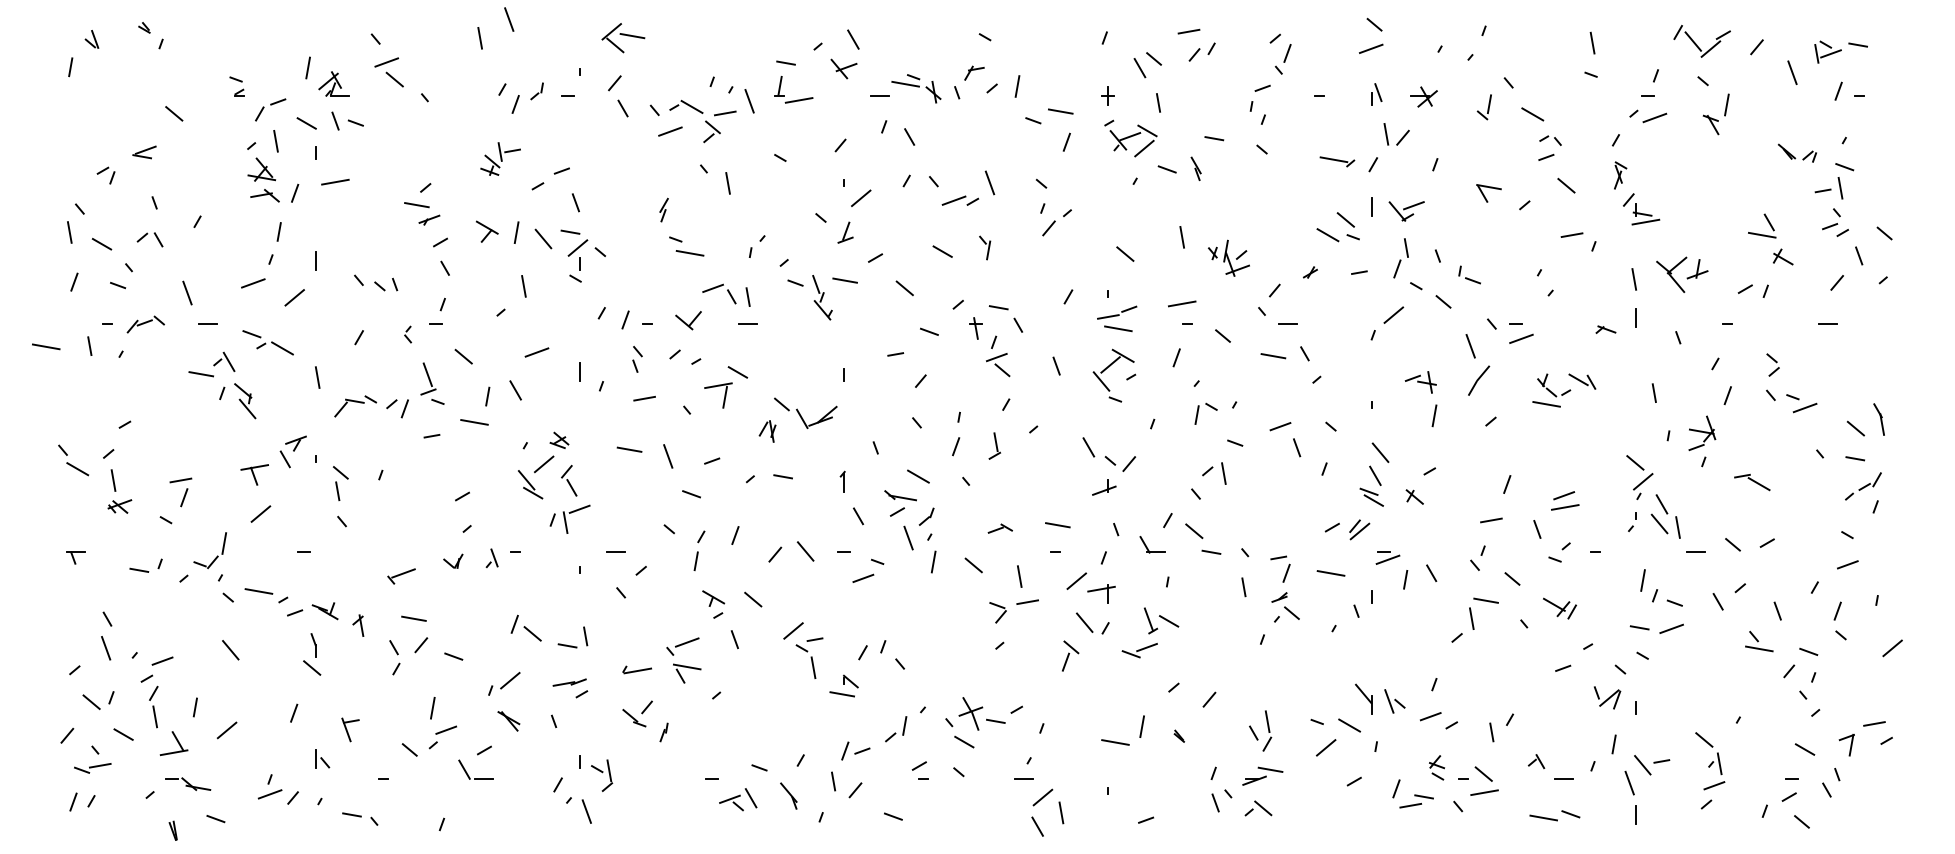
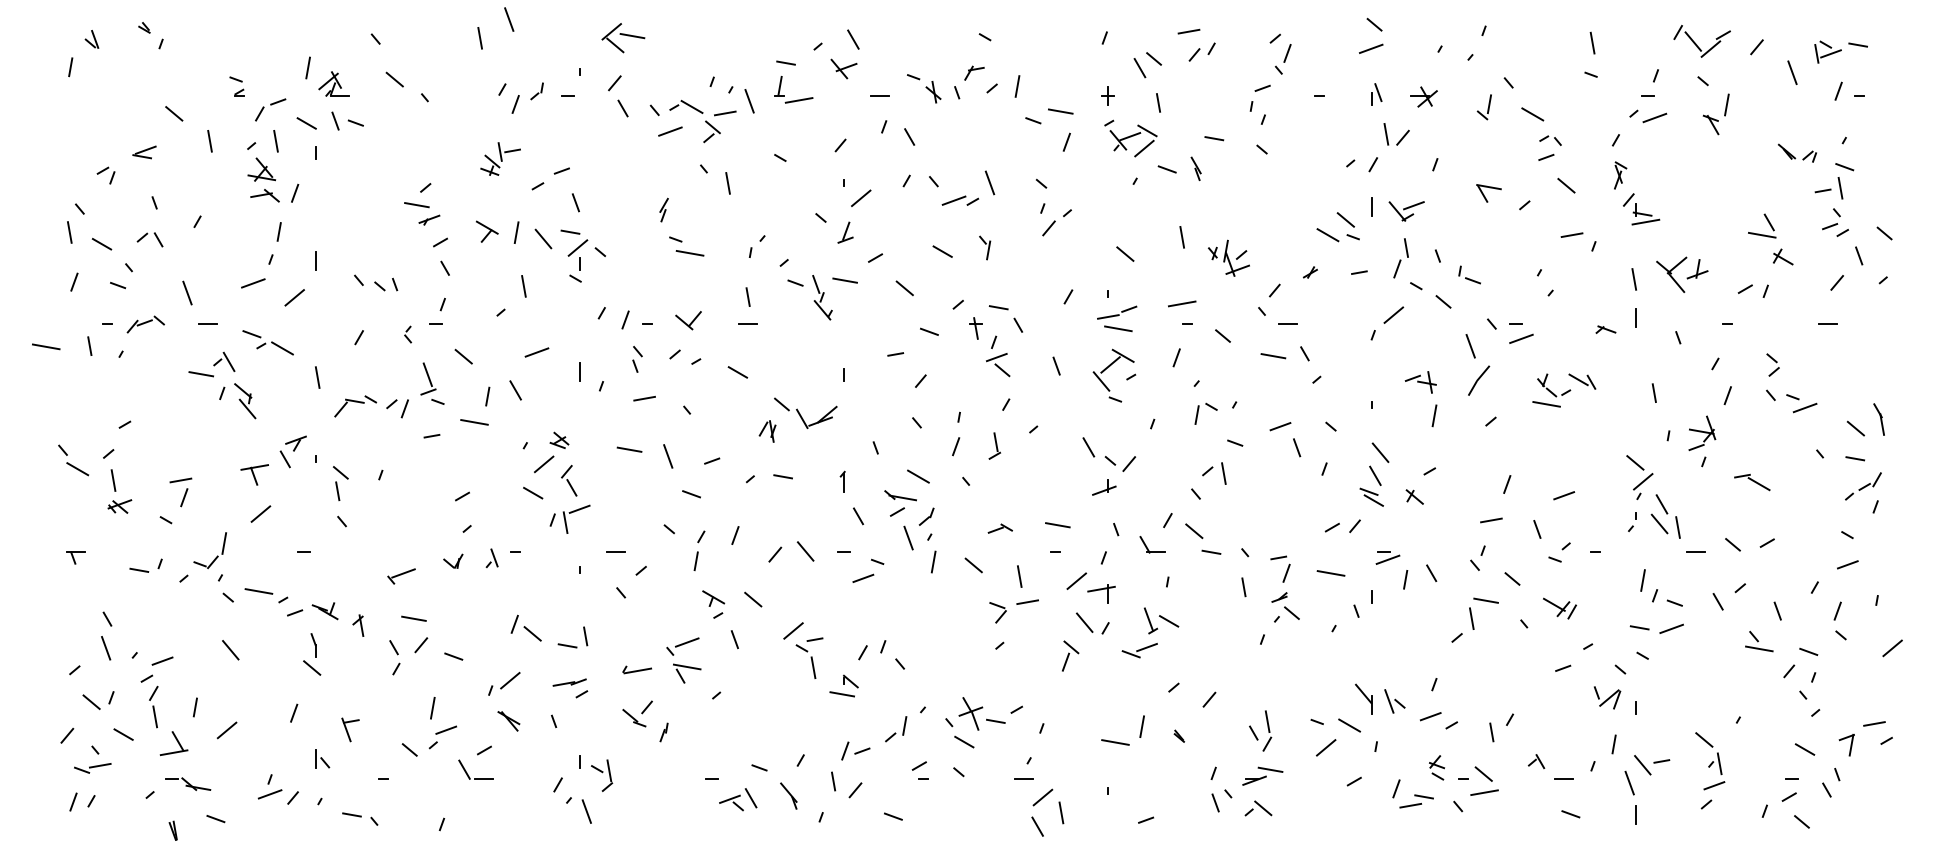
line at (386, 62): present -> none
line at (905, 83): present -> none
line at (209, 141): none -> present
line at (1333, 159): present -> none
line at (335, 181): present -> none
part at (719, 293): present -> none
part at (718, 395): present -> none
line at (526, 480): present -> none
line at (1564, 507): present -> none
line at (1359, 531): present -> none
line at (1543, 817): present -> none
